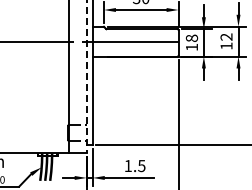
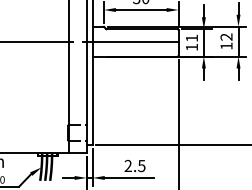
text at (191, 37): 18 -> 11
line at (86, 77): dashed -> solid
text at (127, 165): 1.5 -> 2.5
